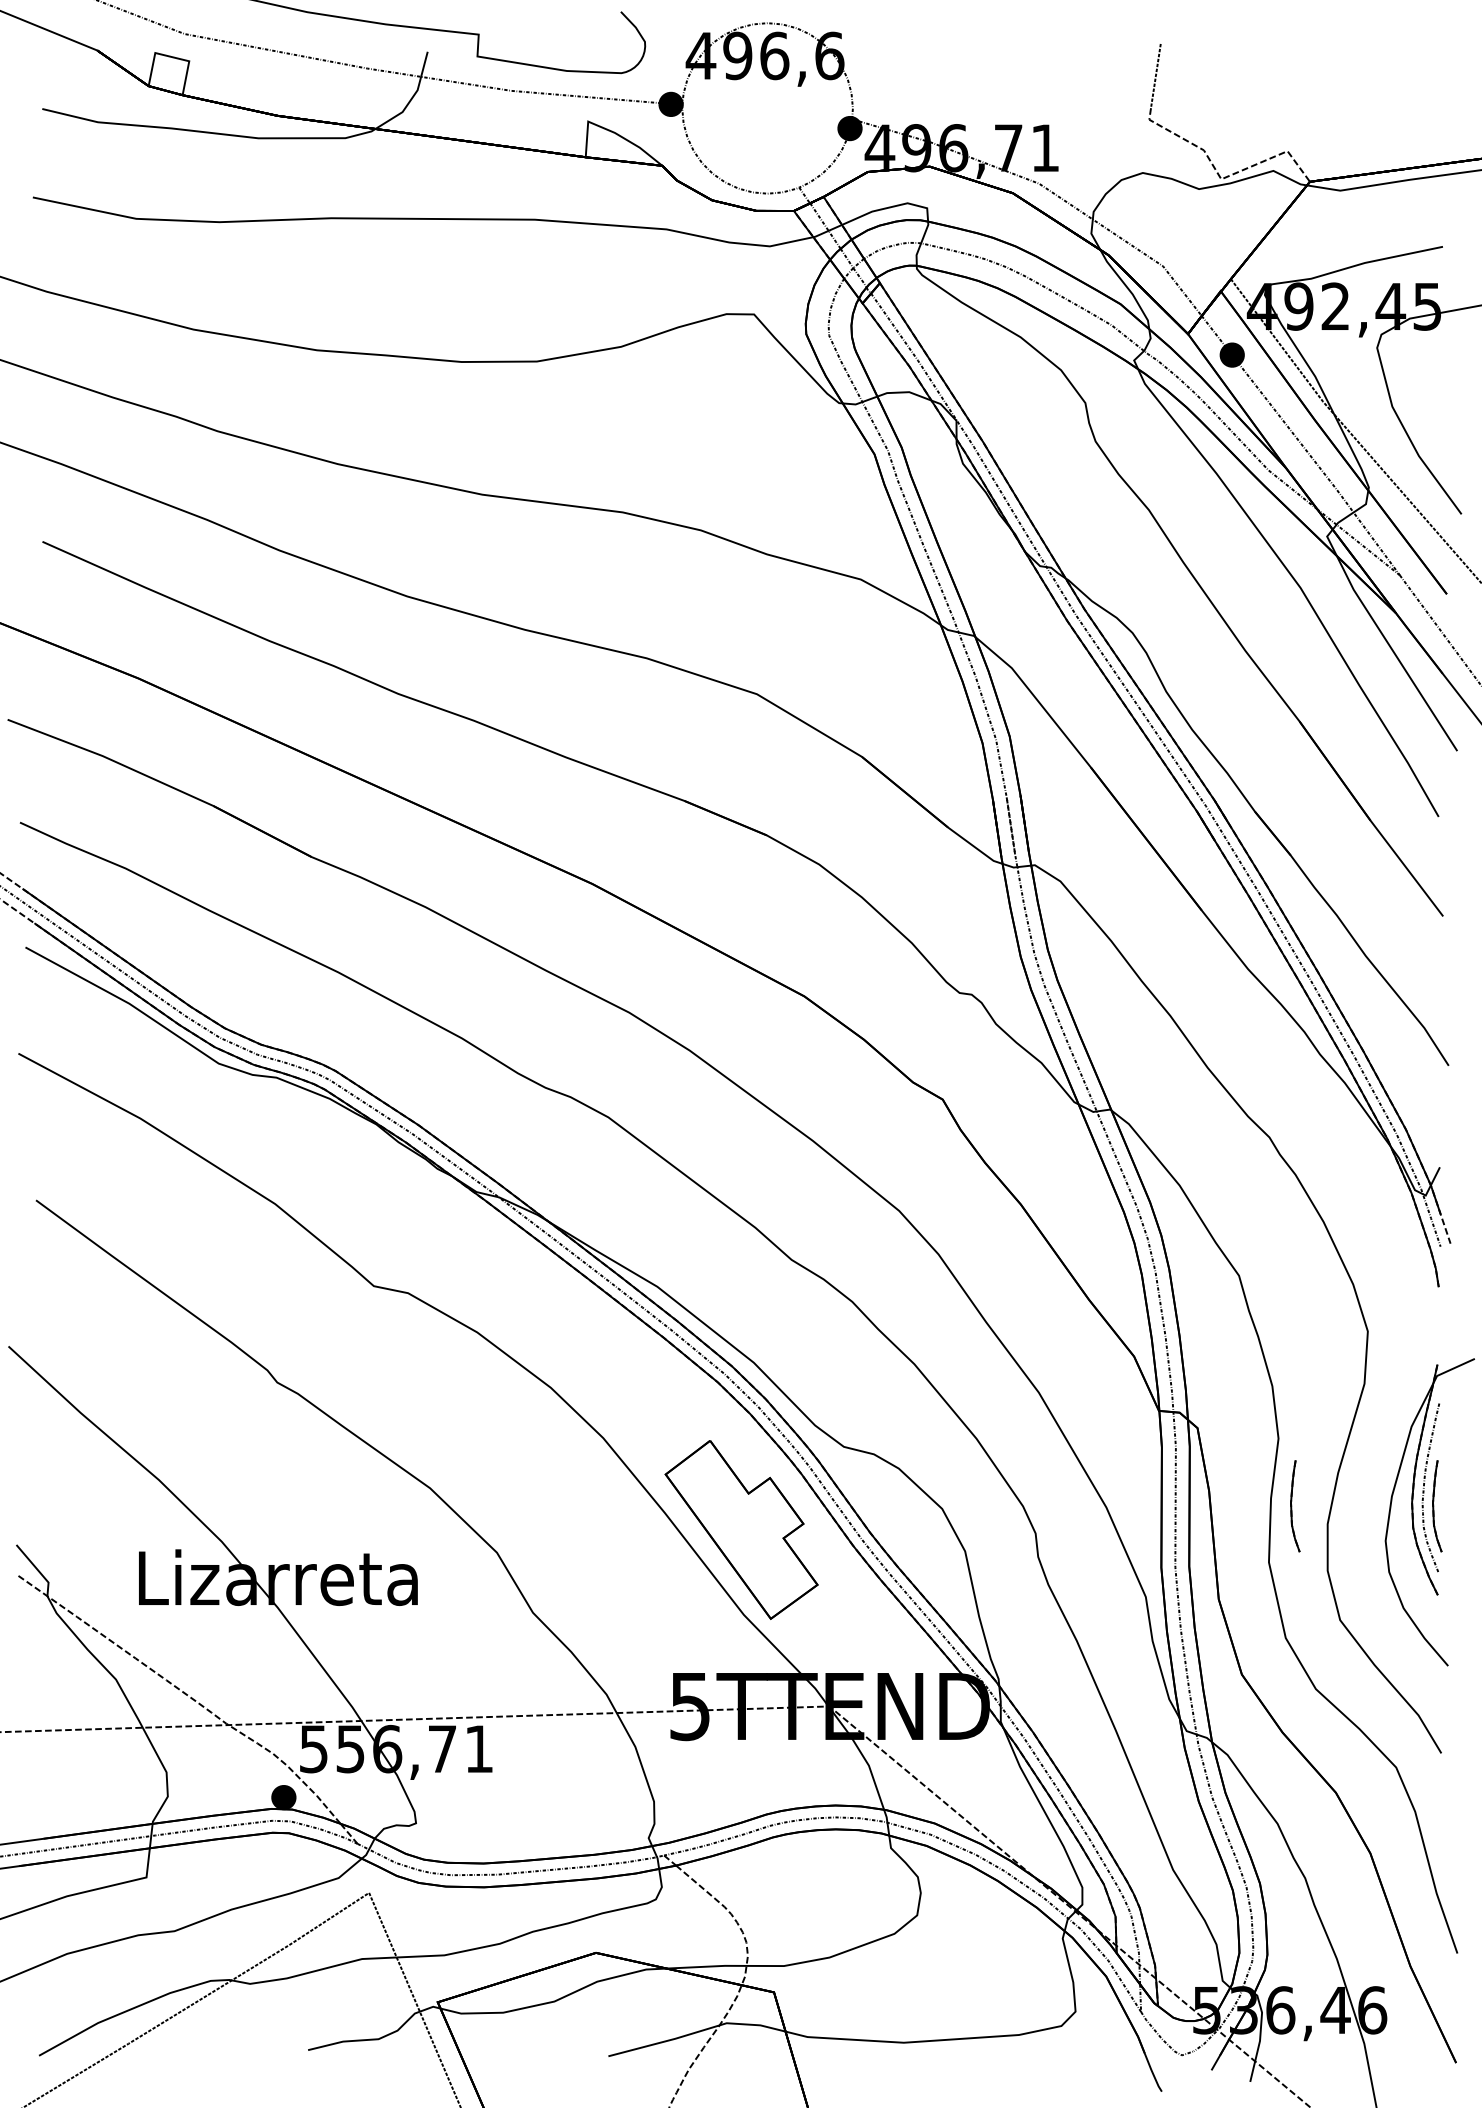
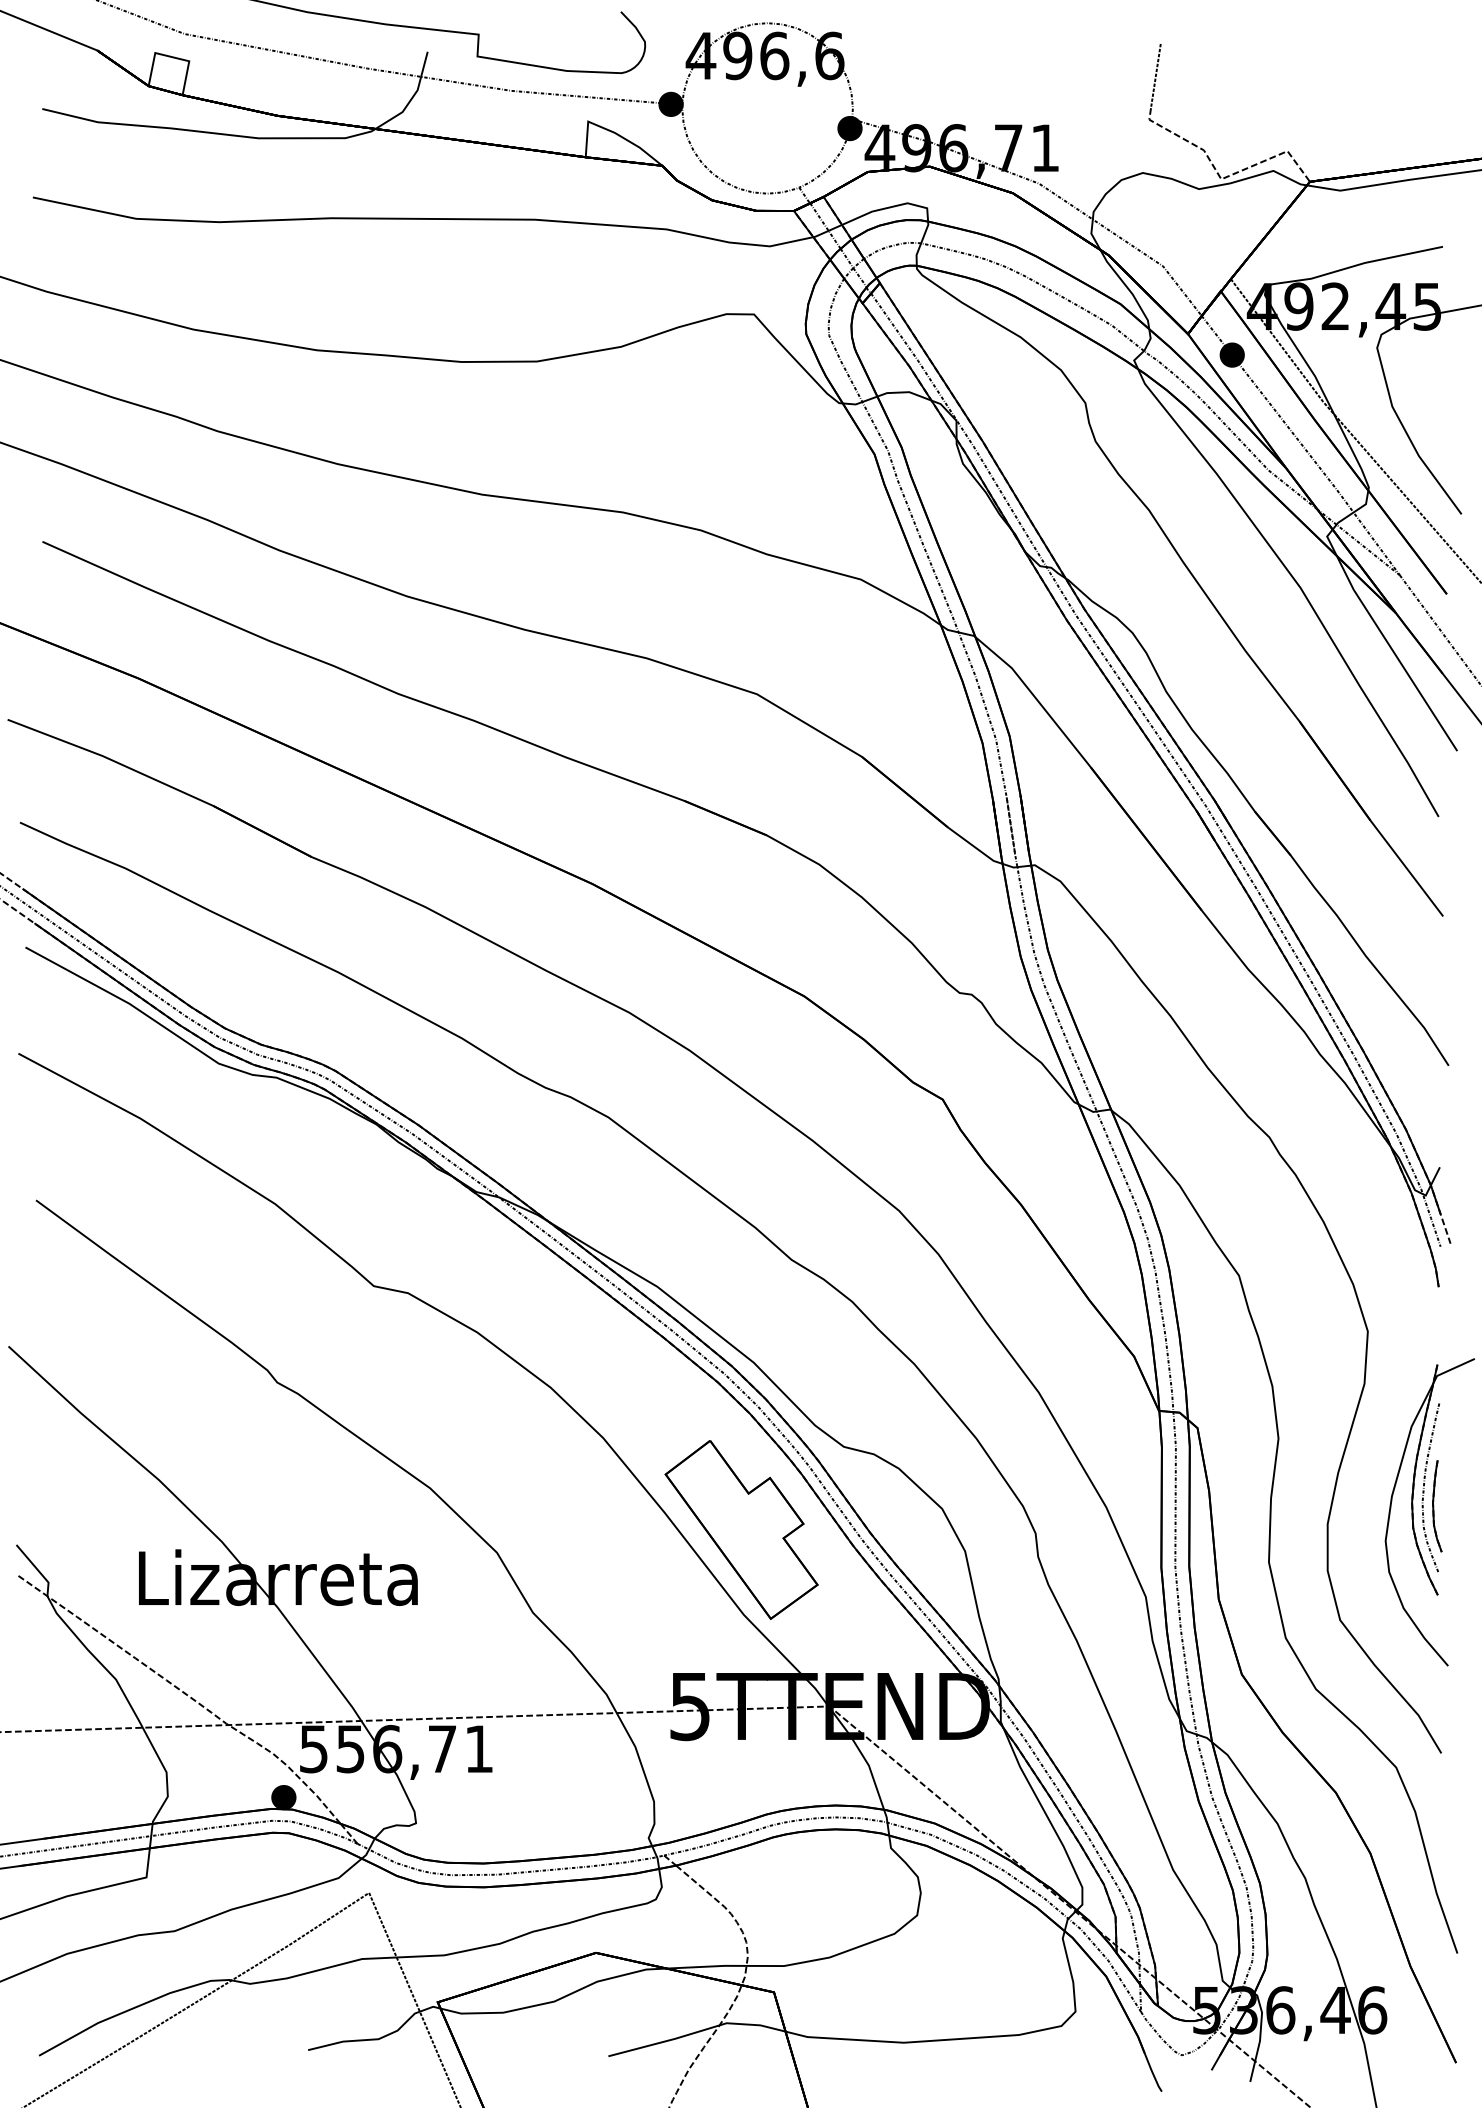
part at (1295, 1506): present -> none
